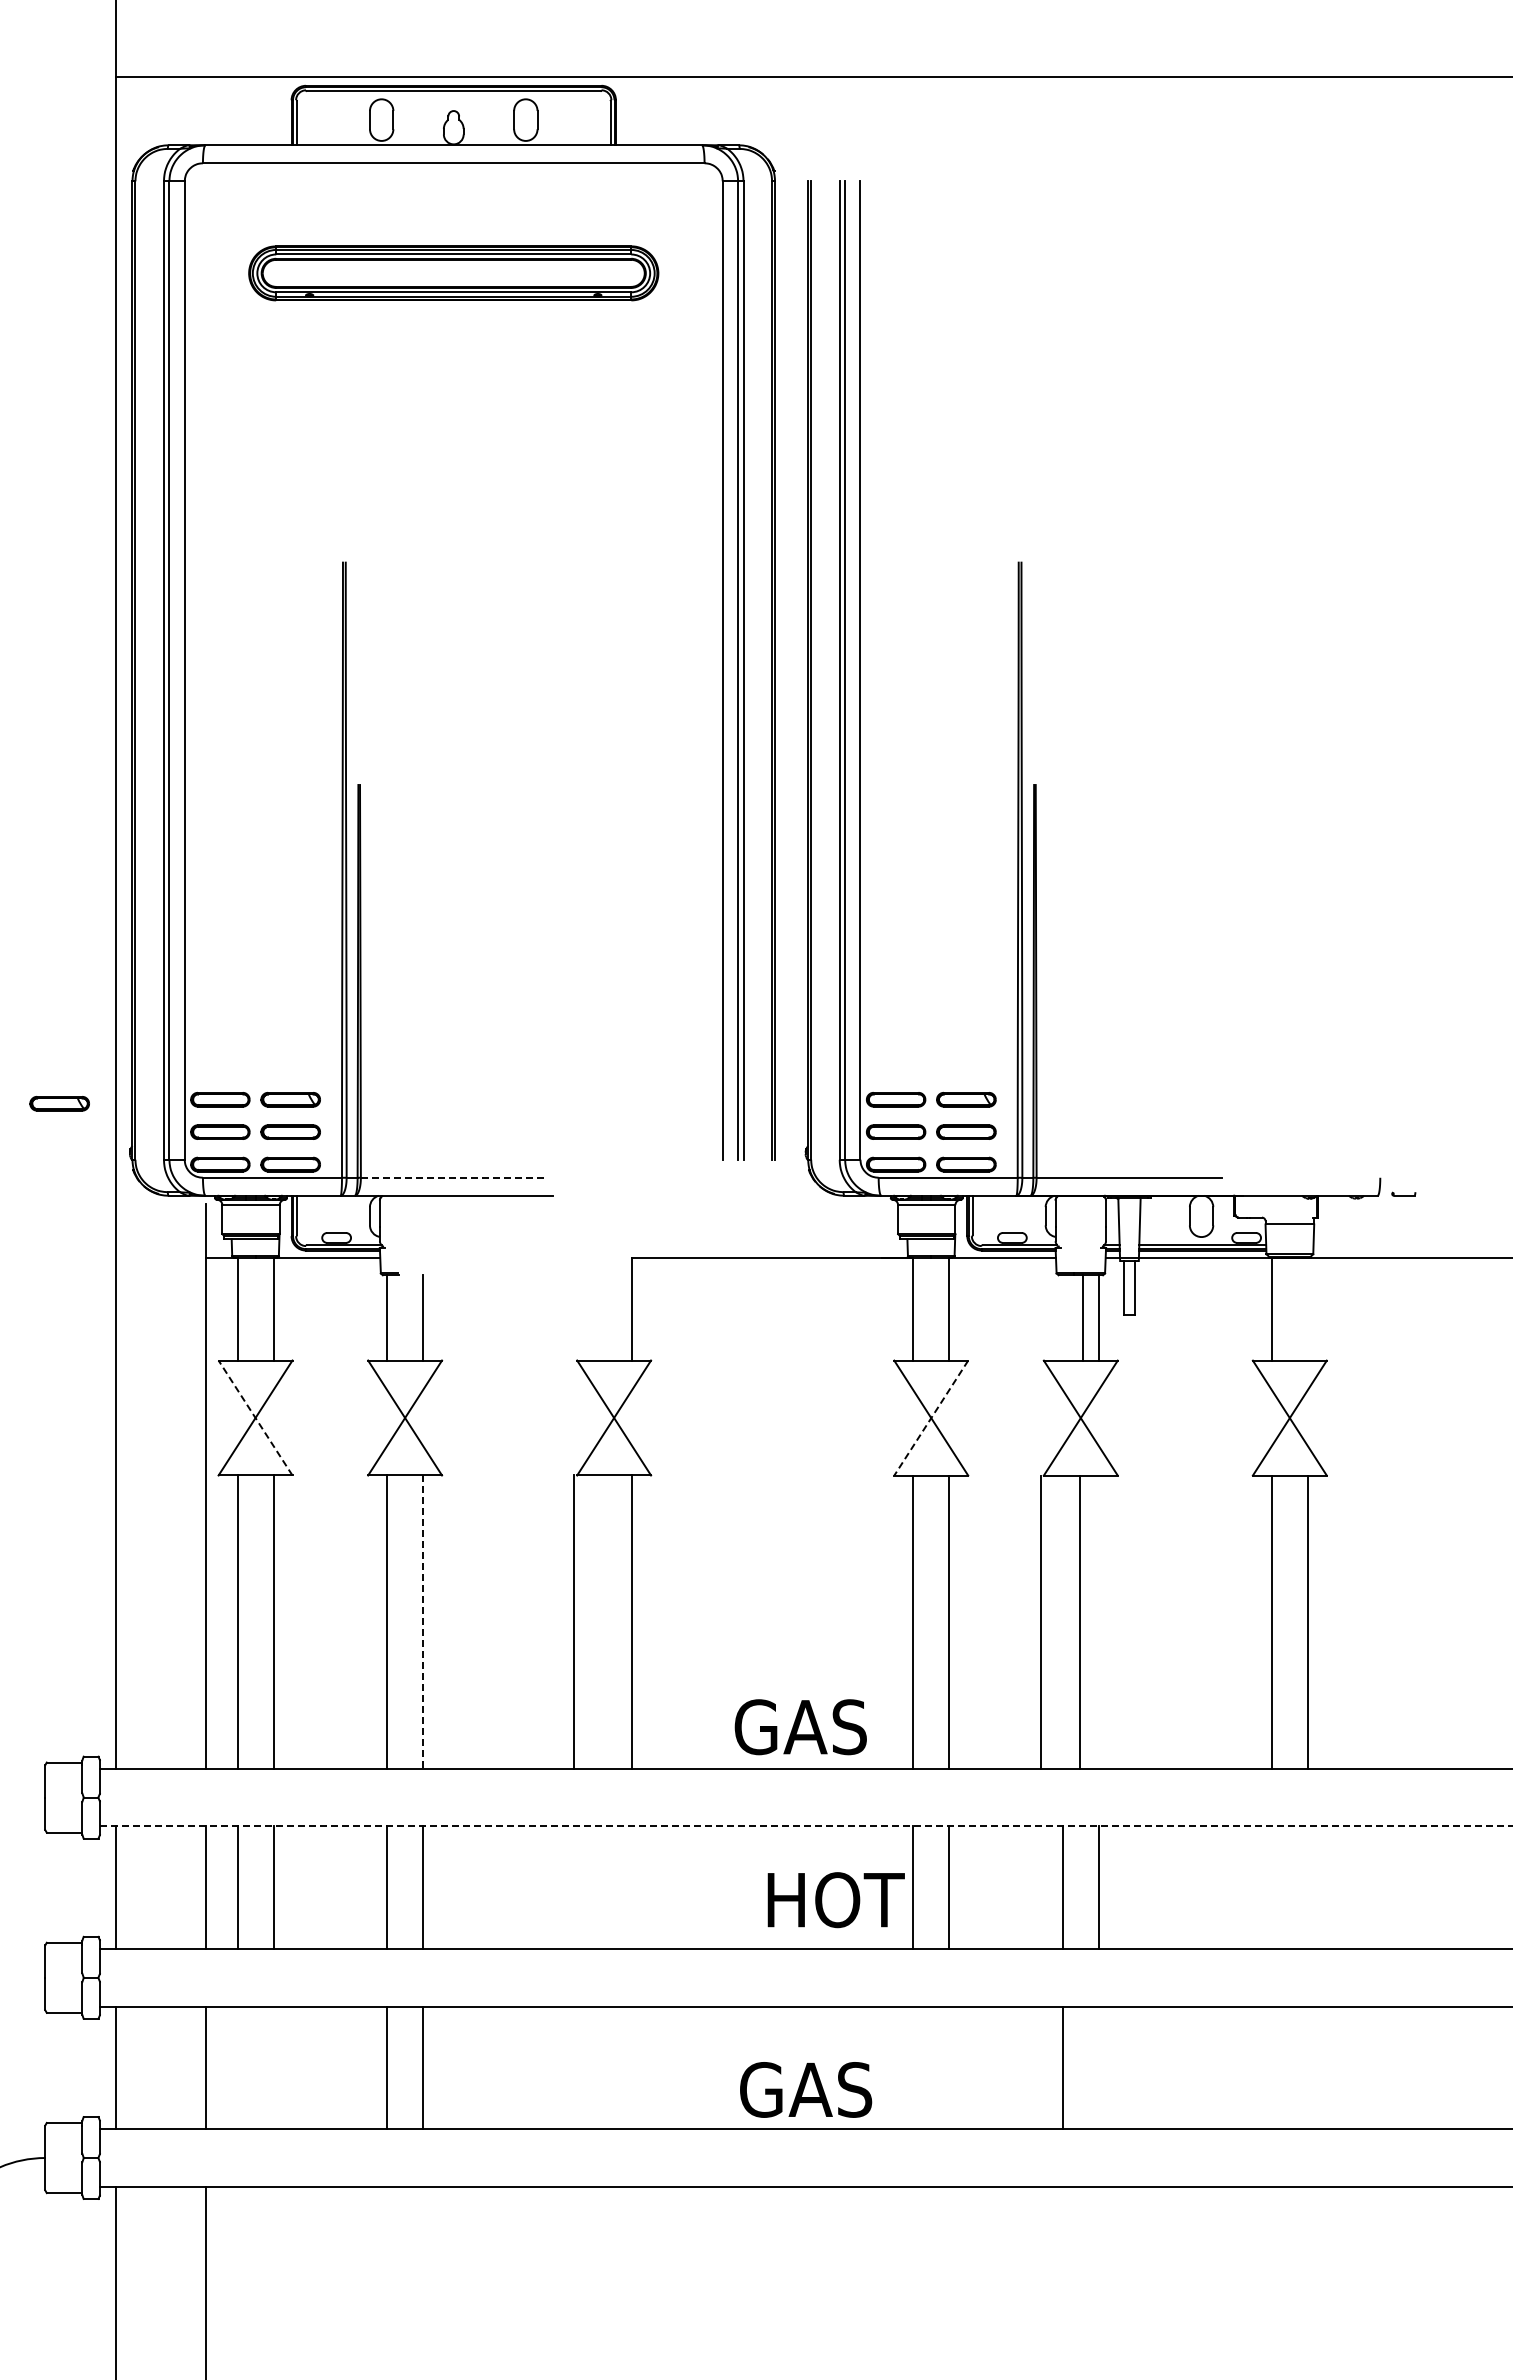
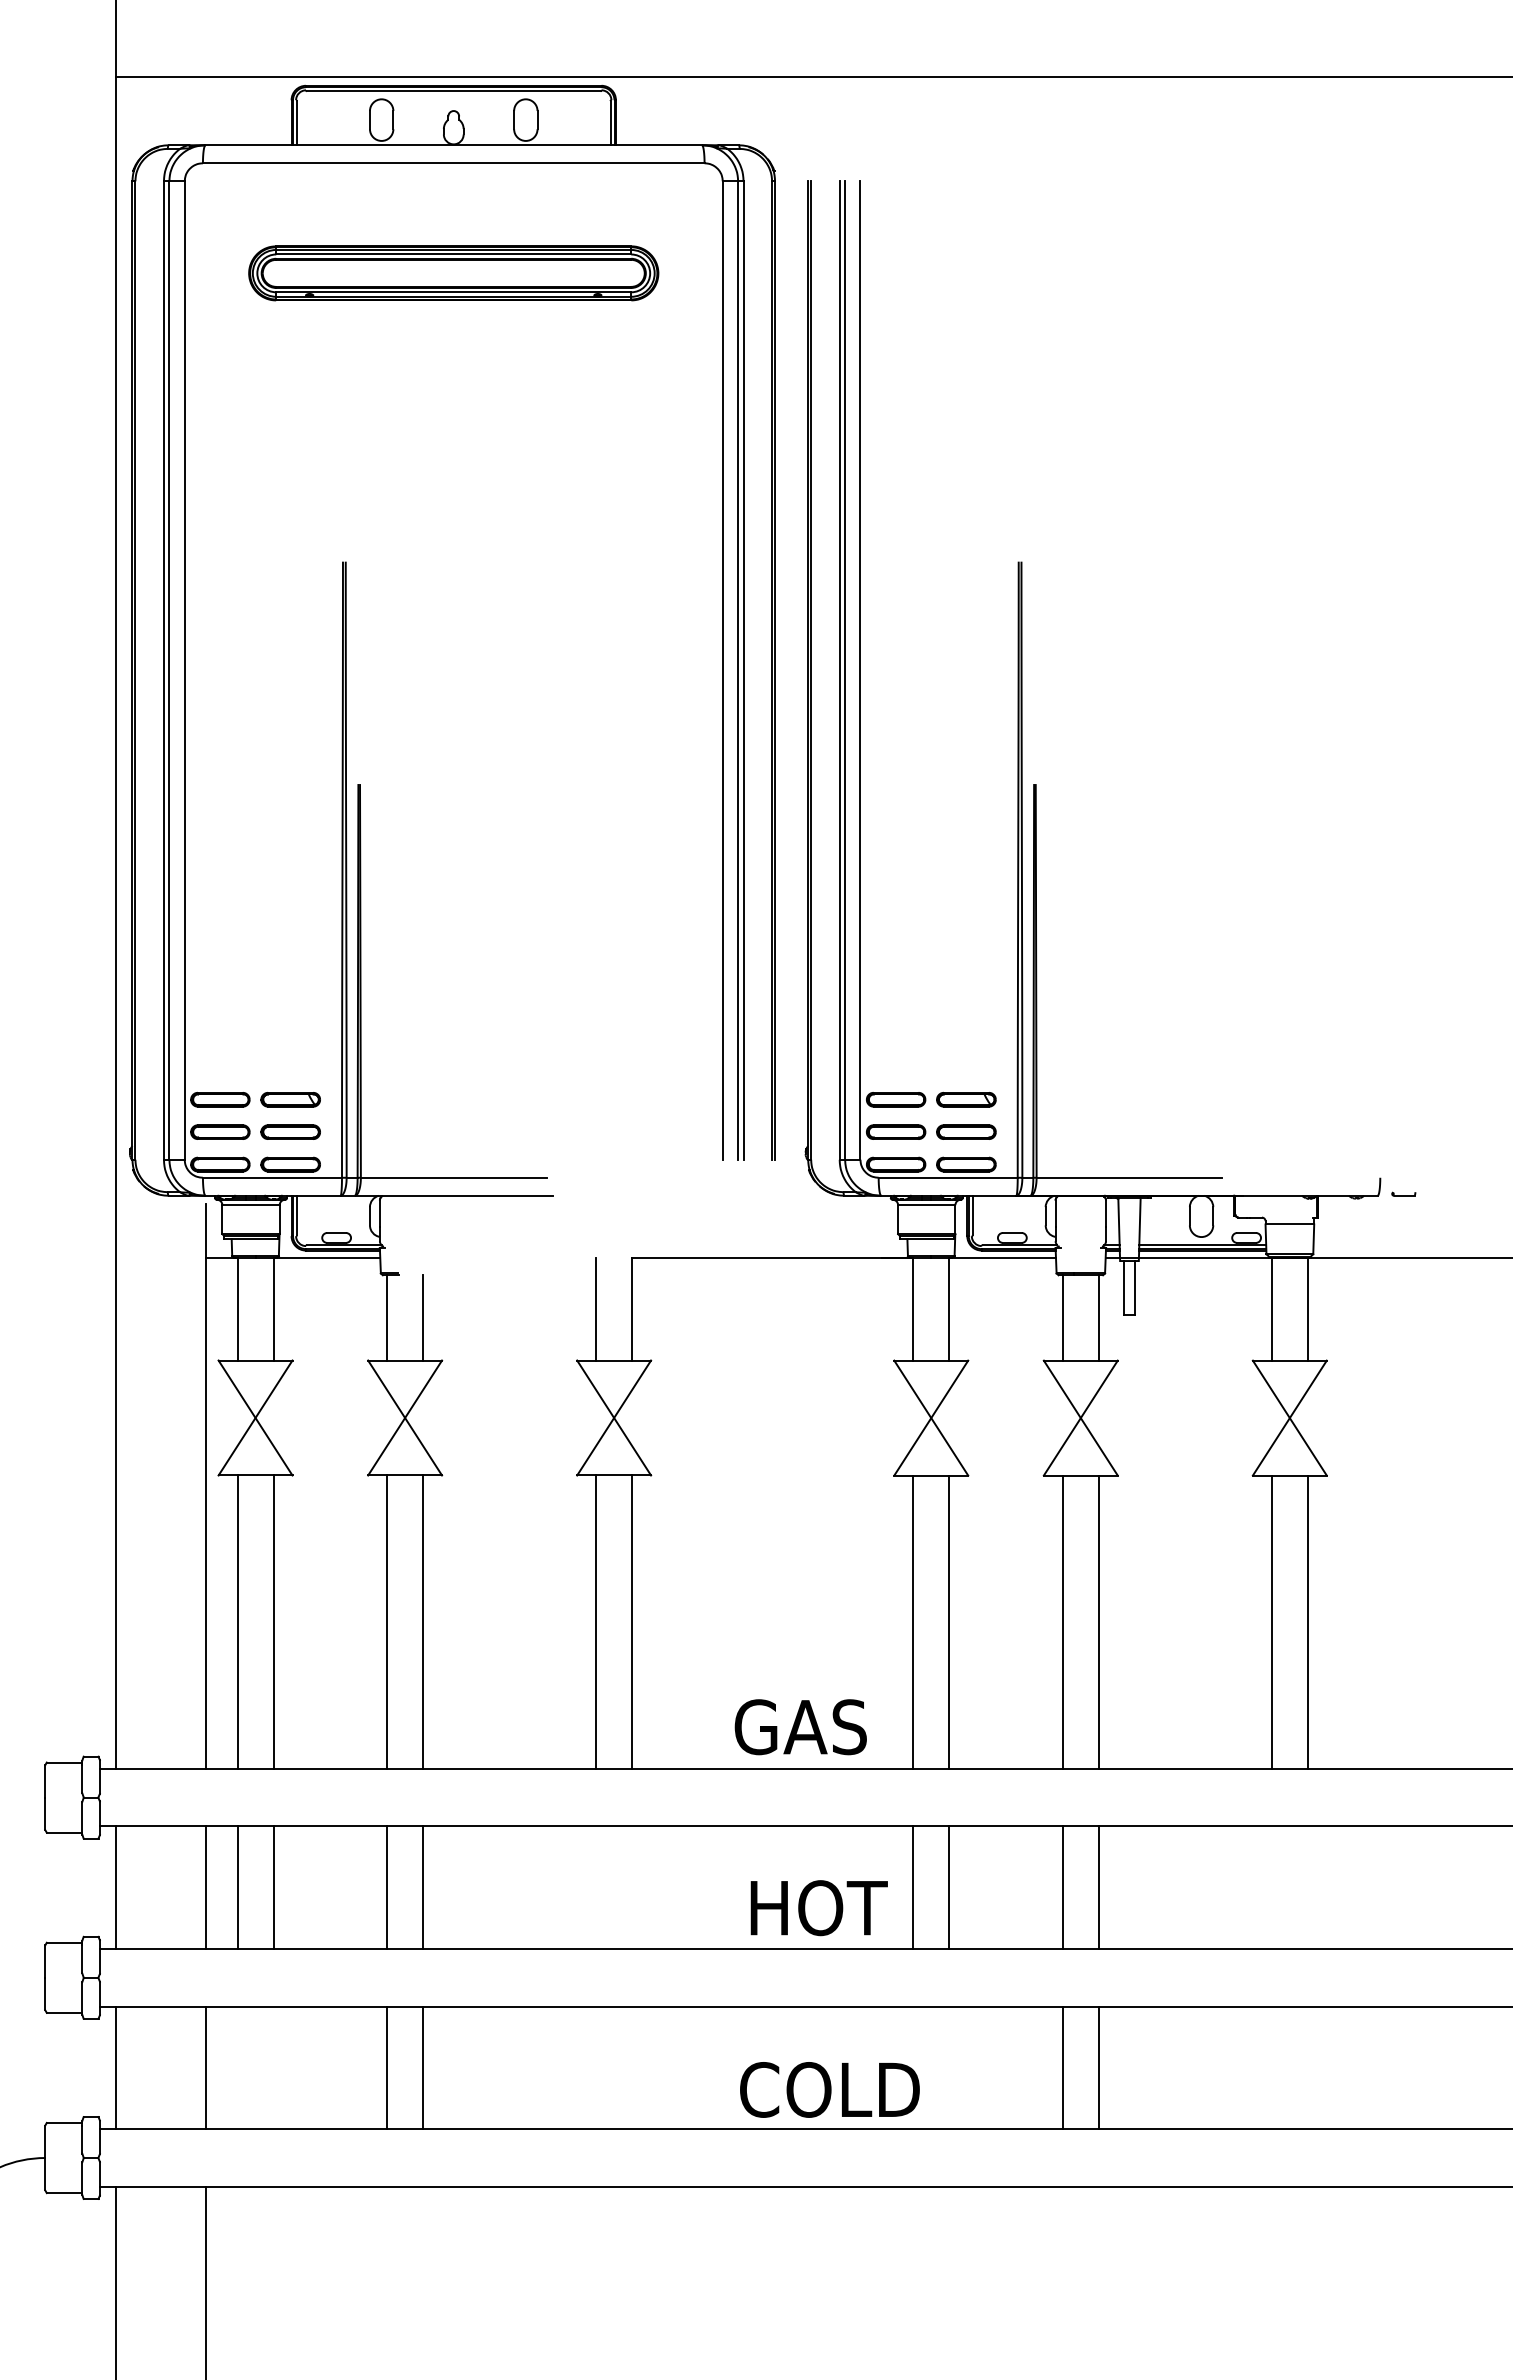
part at (59, 1103): present -> none
line at (453, 1177): dashed -> solid
line at (596, 1308): none -> present
line at (1307, 1308): none -> present
line at (1082, 1317) position: (1082, 1317) -> (1062, 1317)
line at (255, 1417): dashed -> solid
line at (931, 1418): dashed -> solid
line at (574, 1621) position: (574, 1621) -> (596, 1621)
line at (1040, 1621) position: (1040, 1621) -> (1062, 1621)
line at (1079, 1621) position: (1079, 1621) -> (1098, 1621)
line at (423, 1622): dashed -> solid
line at (806, 1826): dashed -> solid
text at (835, 1900) position: (835, 1900) -> (818, 1908)
line at (1098, 2067): none -> present
text at (837, 2089): GAS -> COLD
